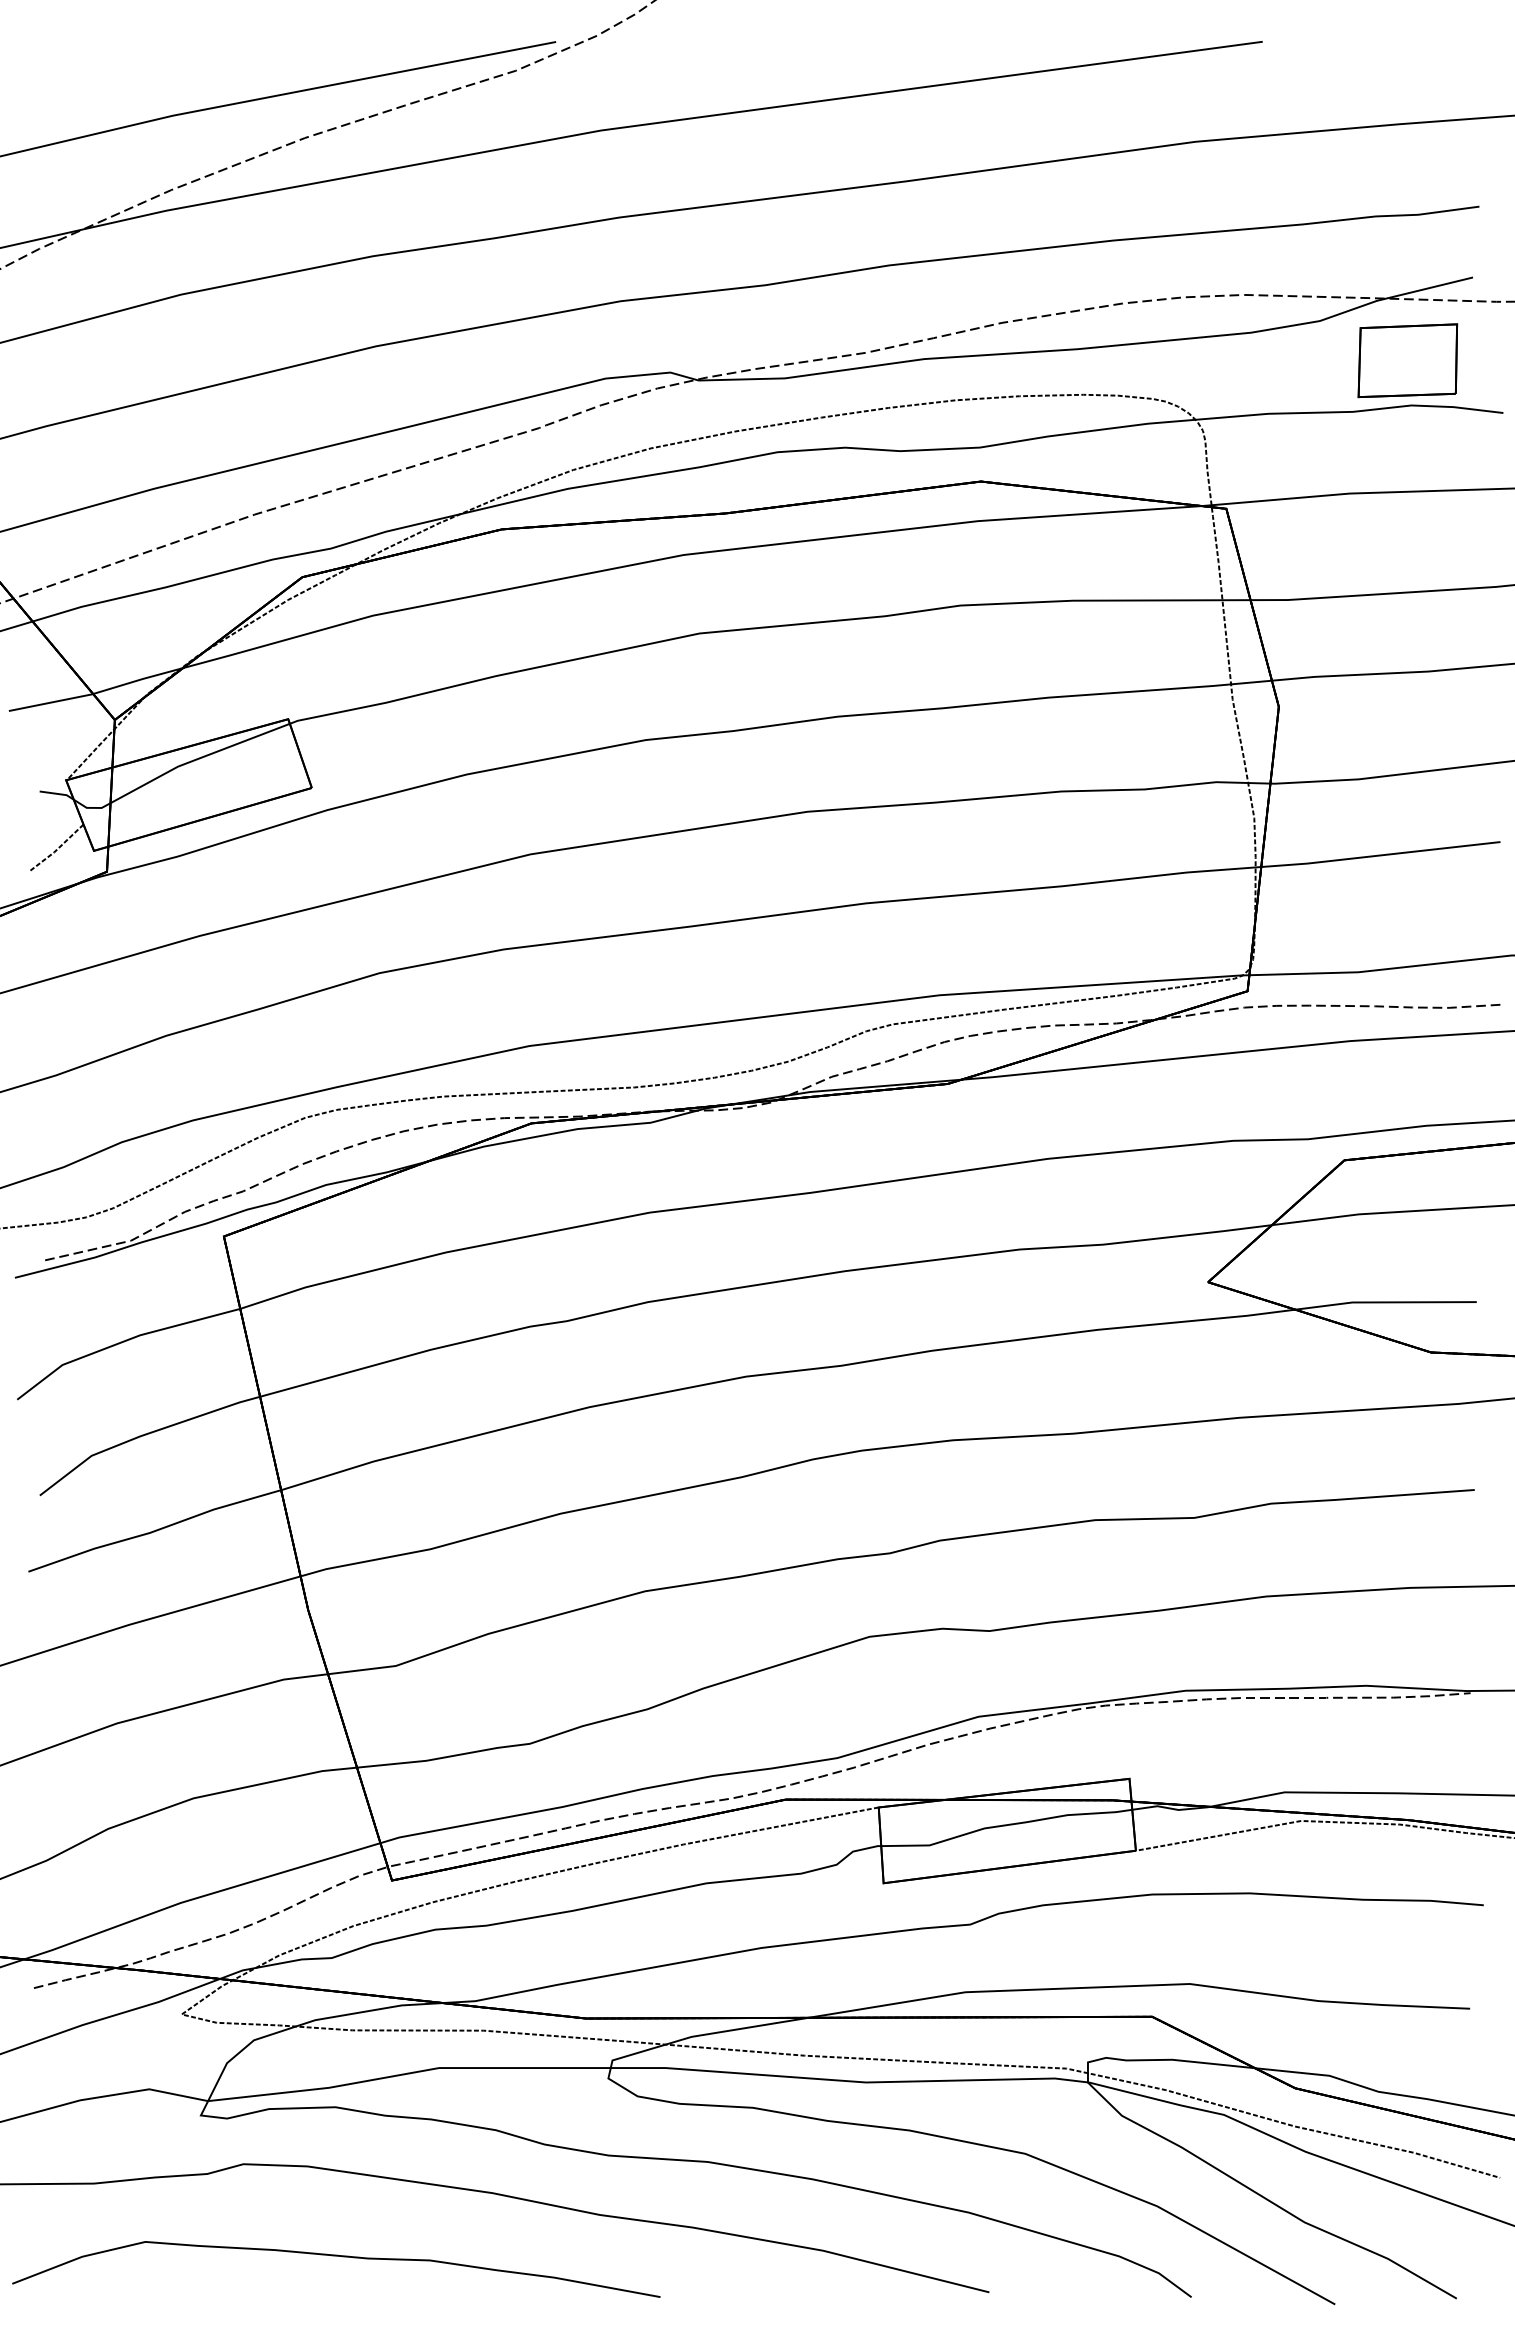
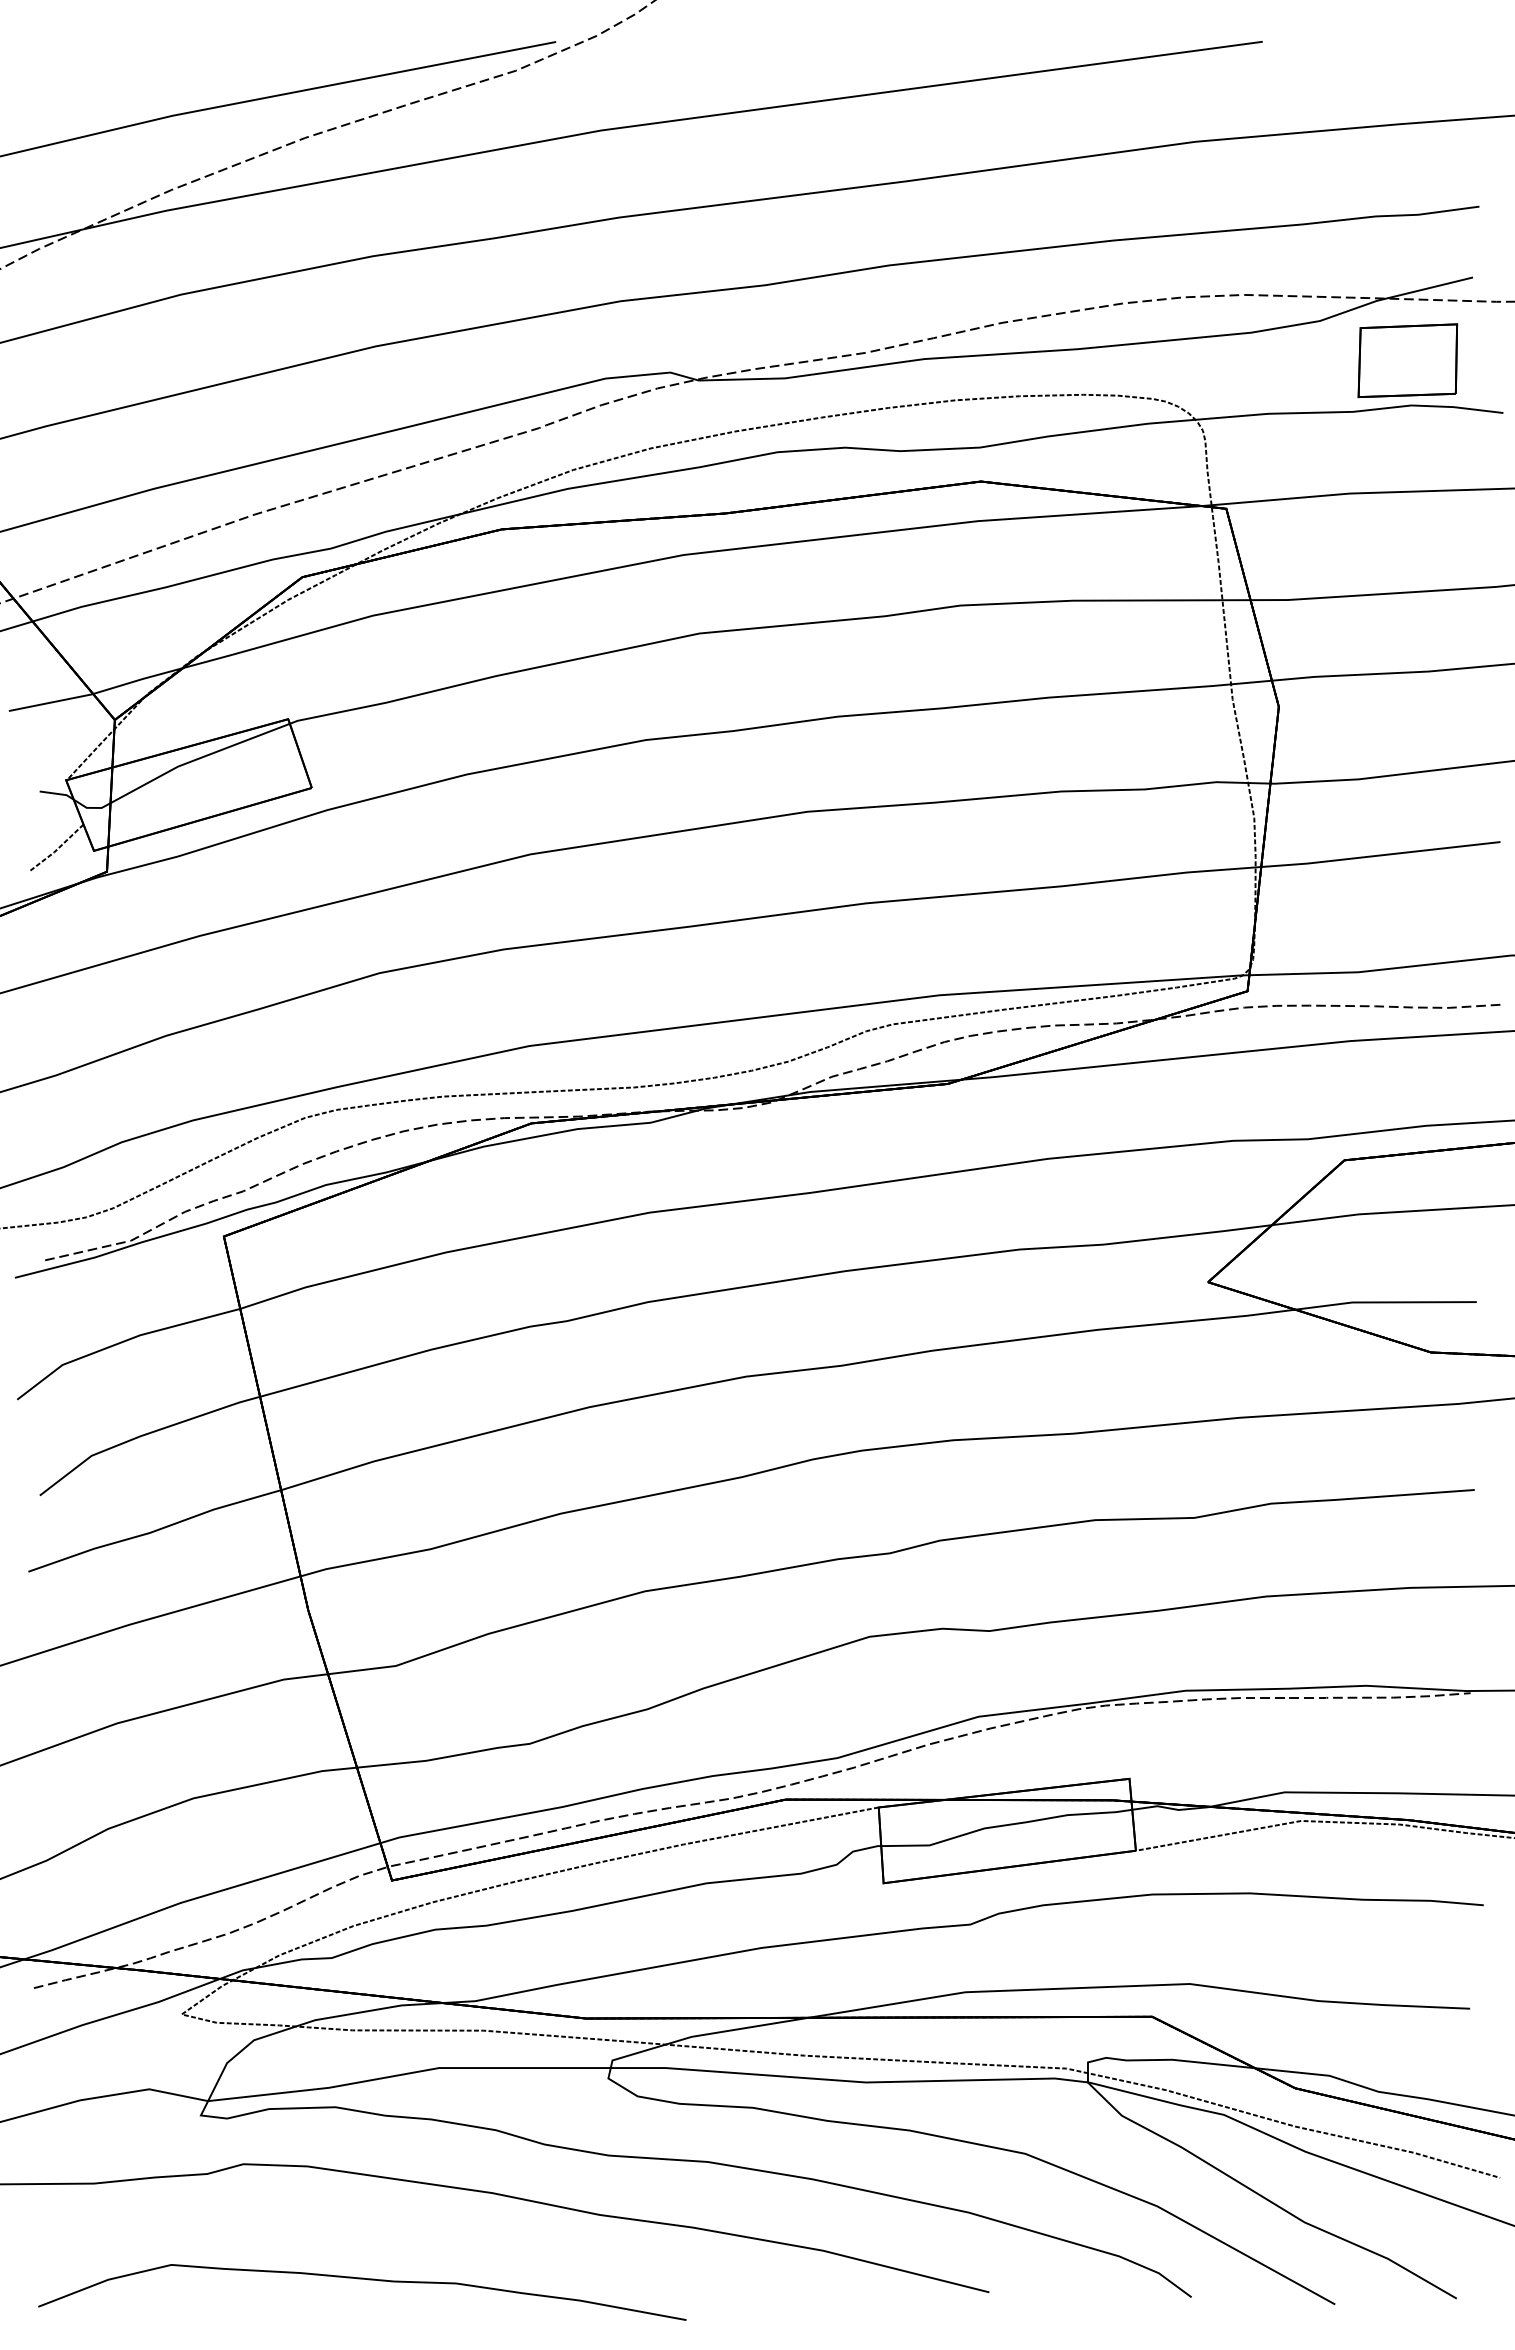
curve at (336, 2256) position: (336, 2256) -> (362, 2279)
